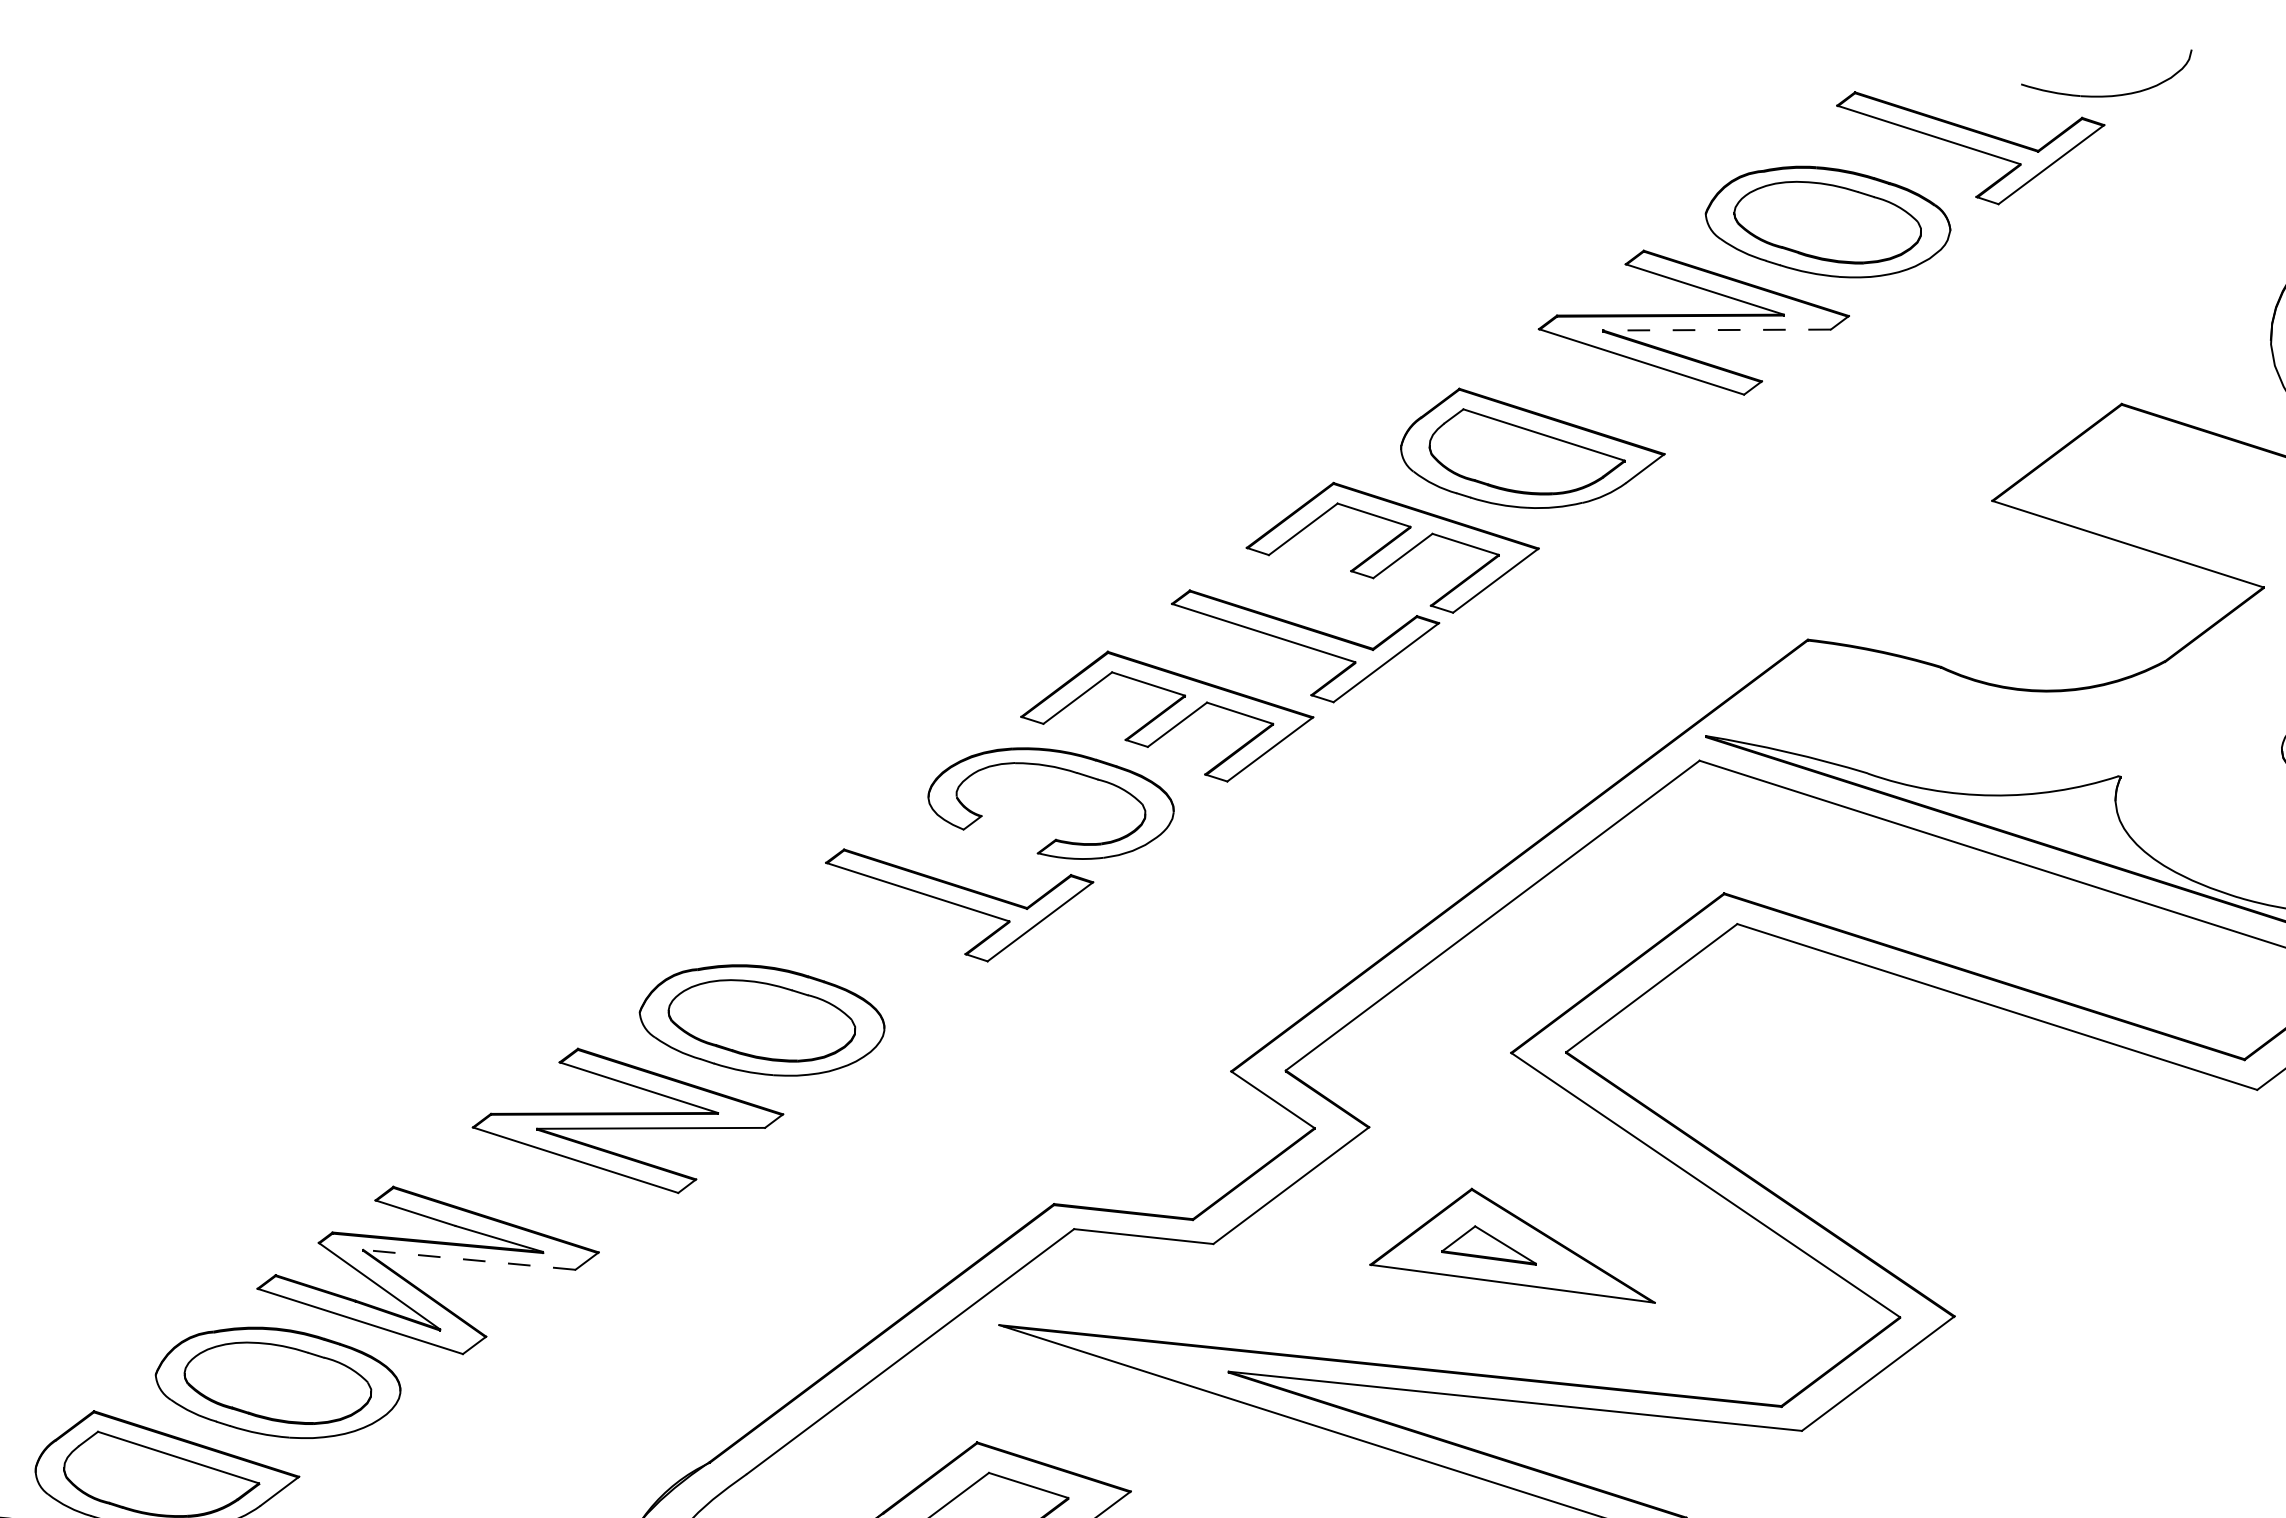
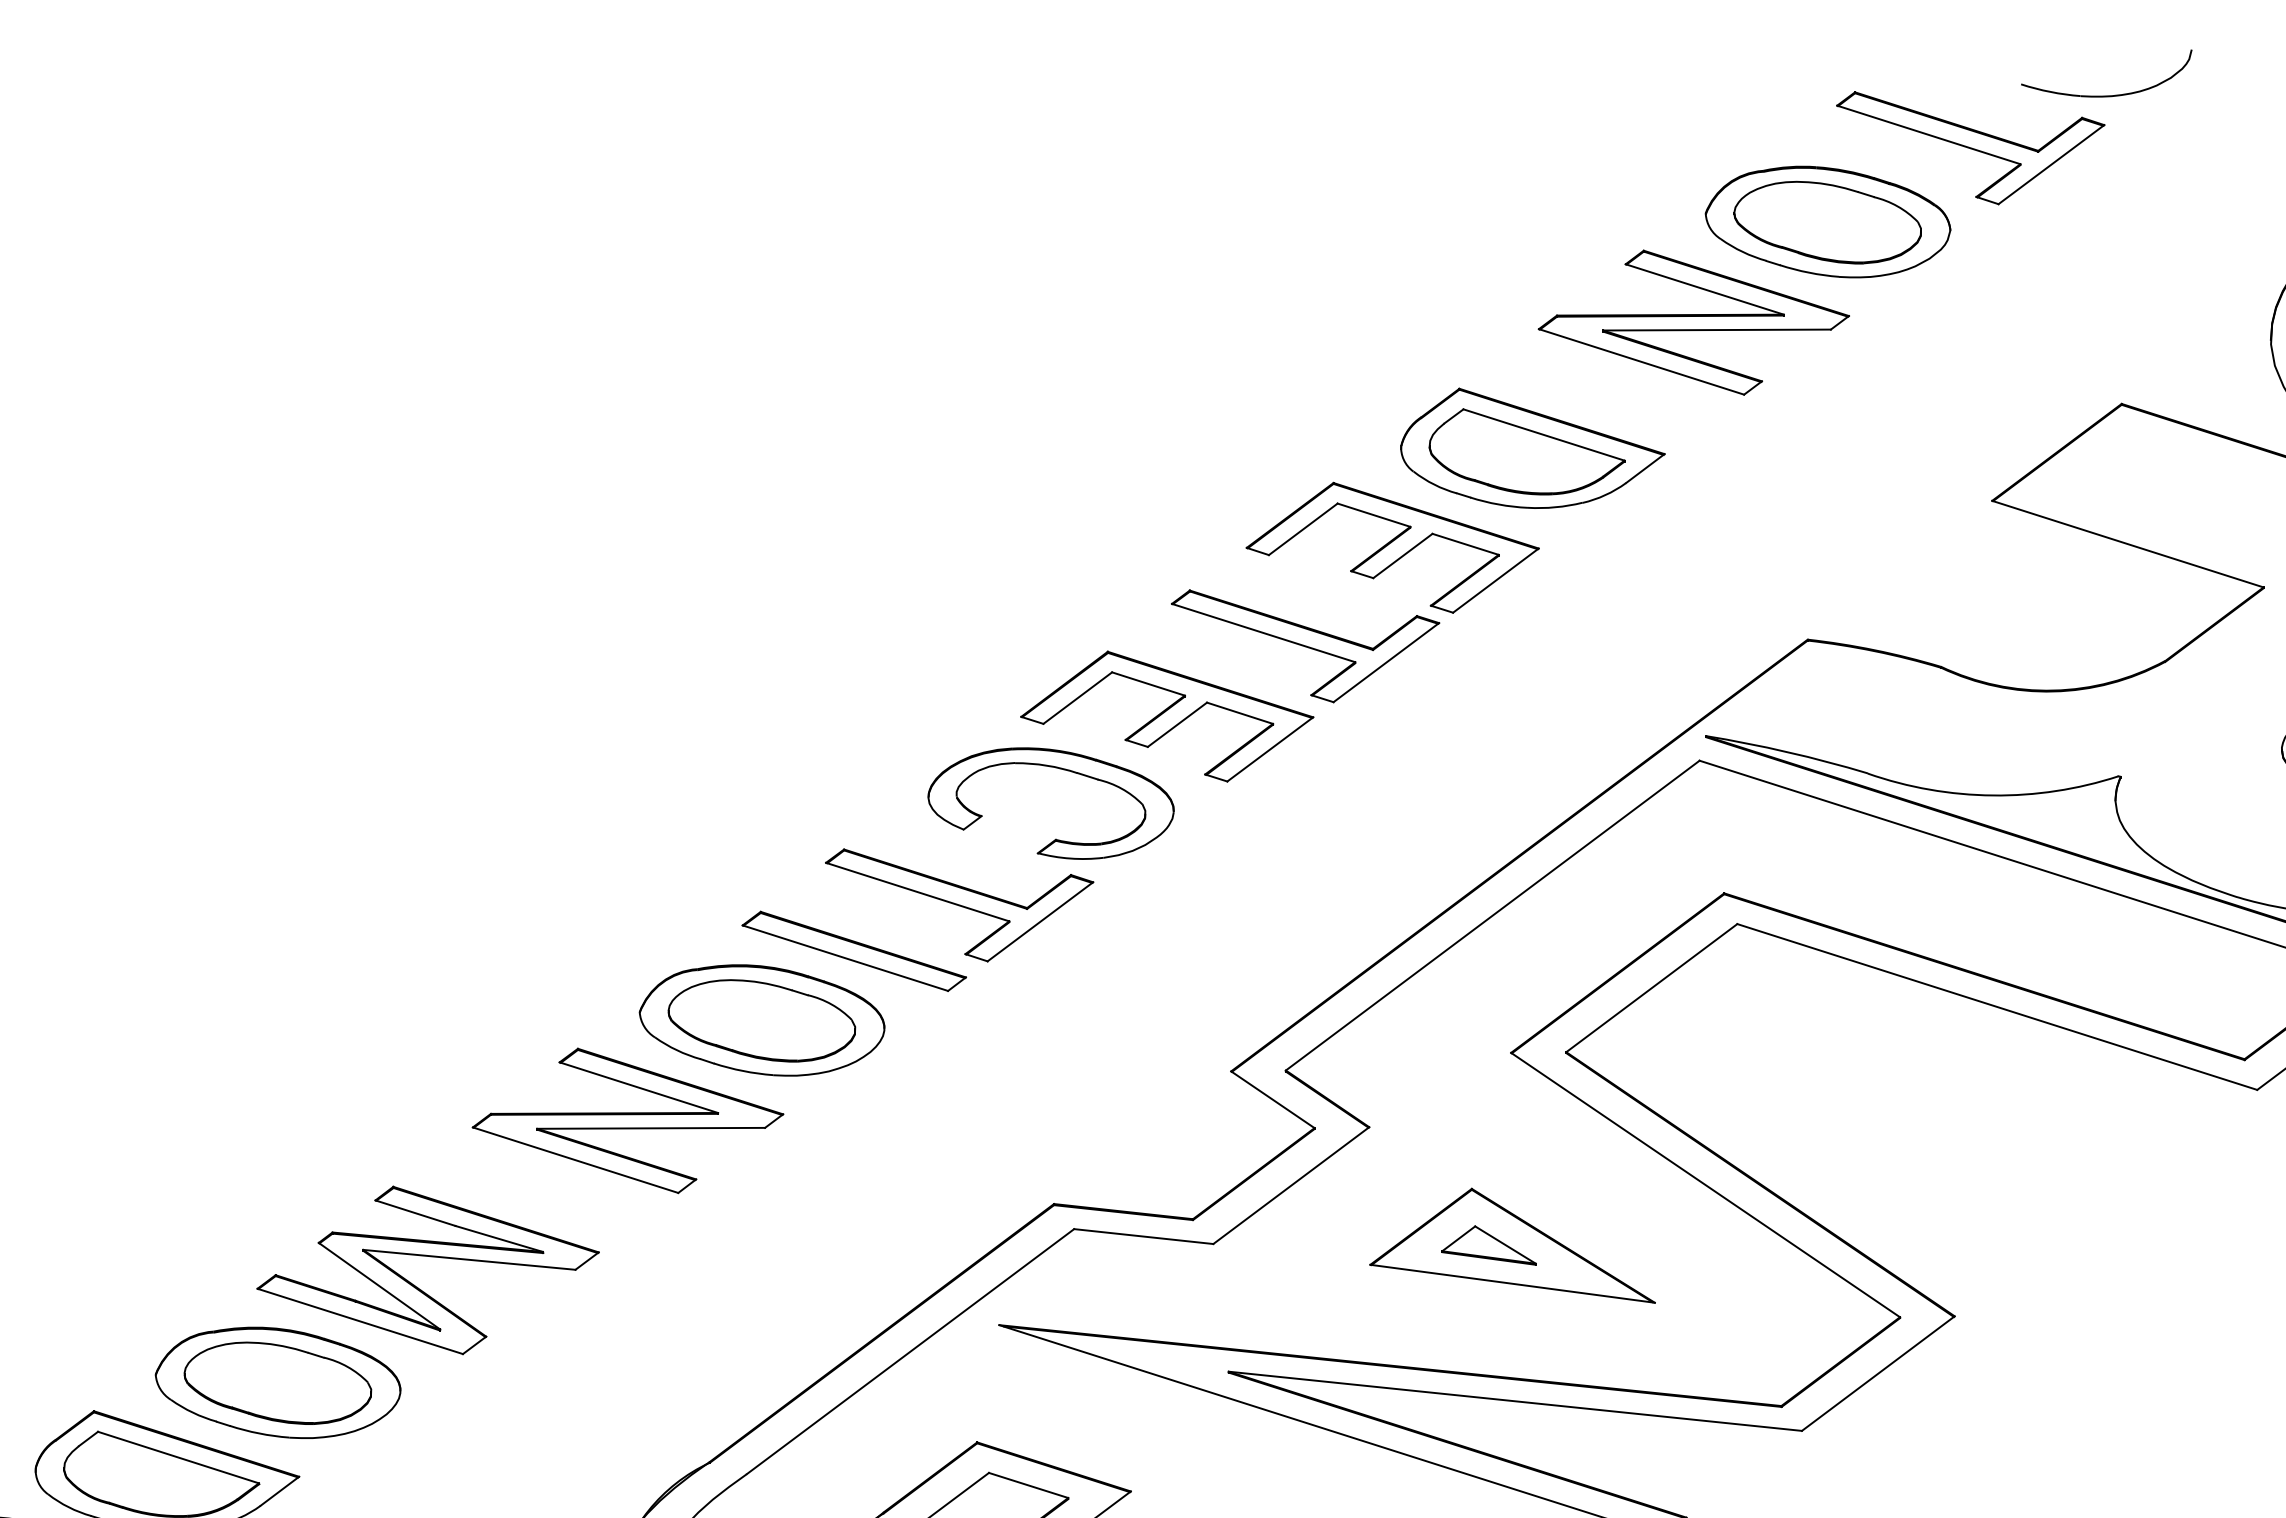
line at (1717, 330): dashed -> solid
part at (853, 950): none -> present
line at (469, 1259): dashed -> solid
